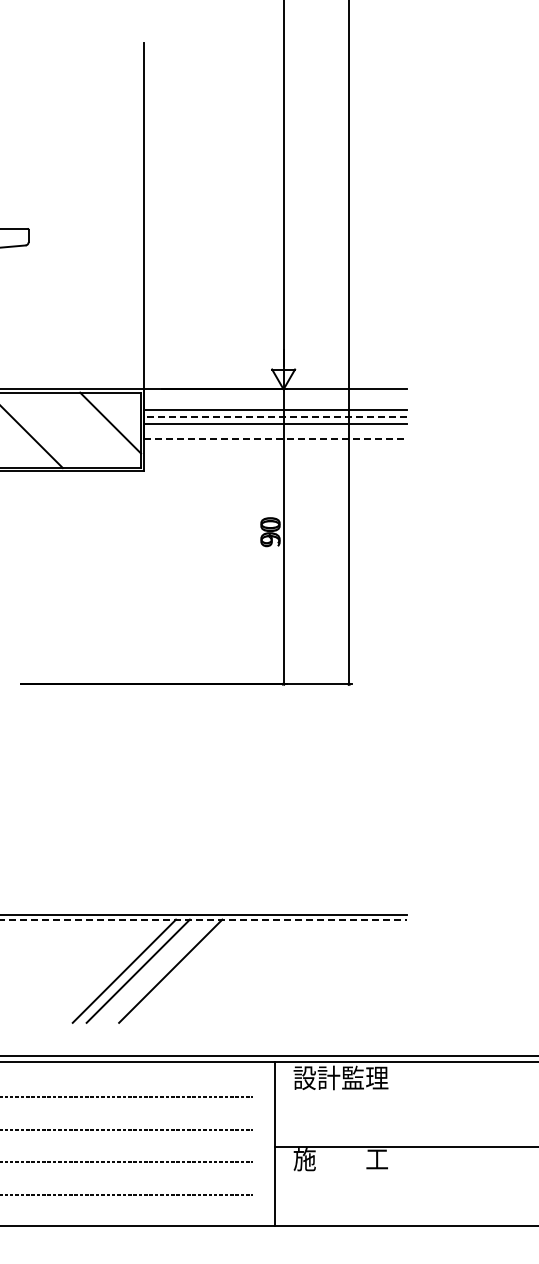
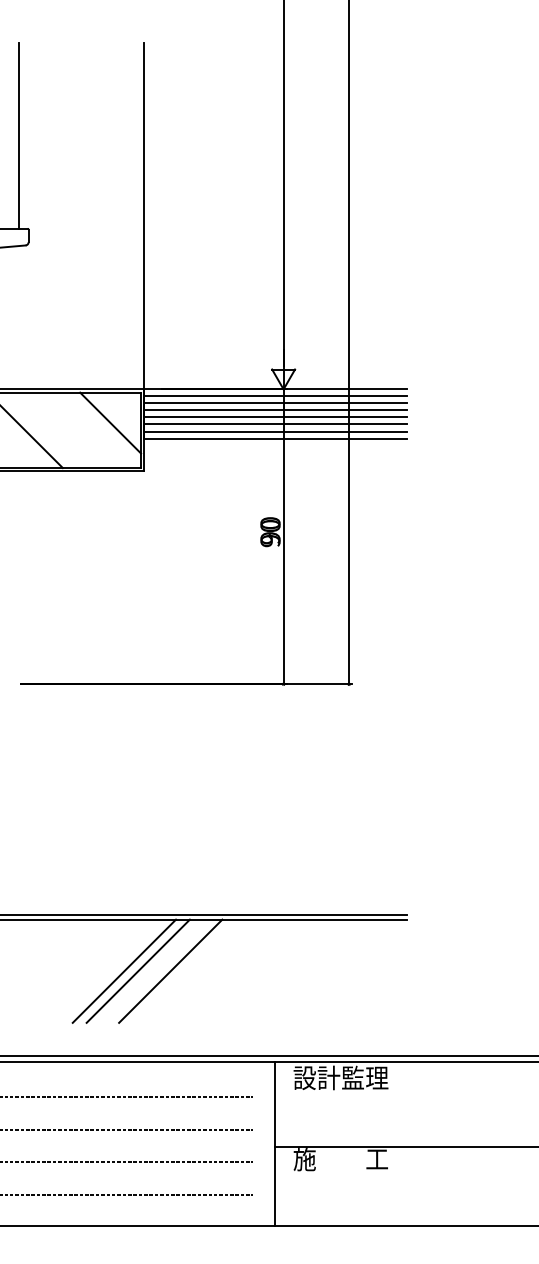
line at (18, 135): none -> present
line at (275, 396): none -> present
line at (275, 403): none -> present
line at (274, 417): dashed -> solid
line at (275, 431): none -> present
line at (275, 438): dashed -> solid
line at (203, 919): dashed -> solid
